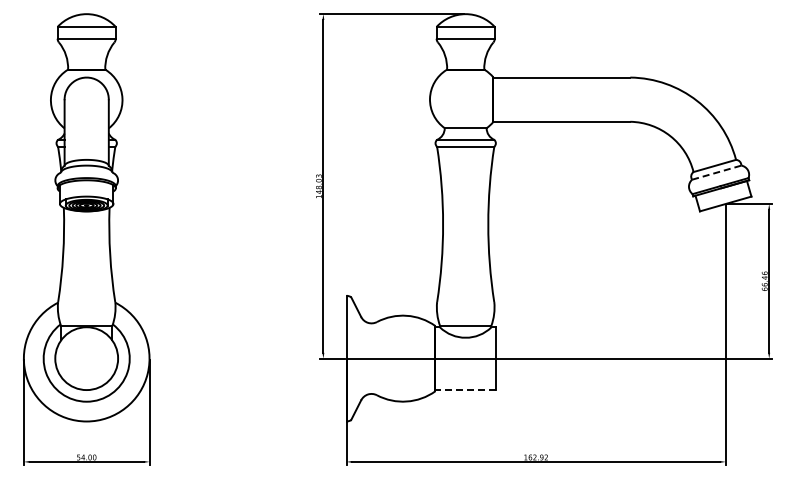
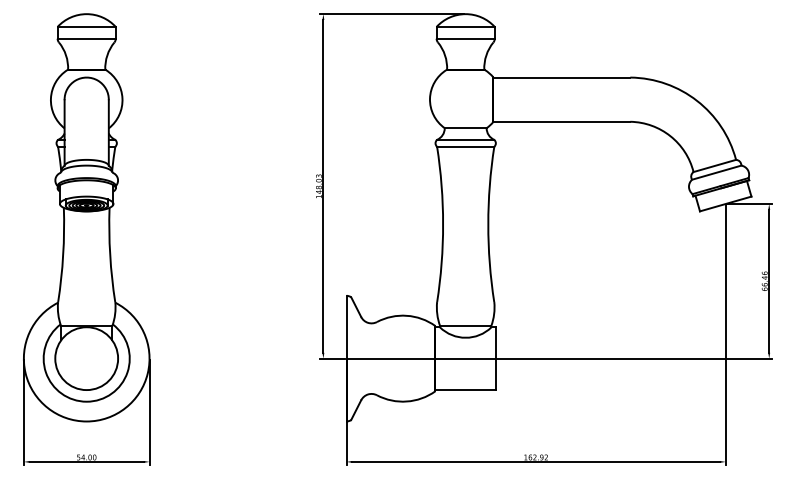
line at (716, 172): dashed -> solid
line at (465, 390): dashed -> solid
